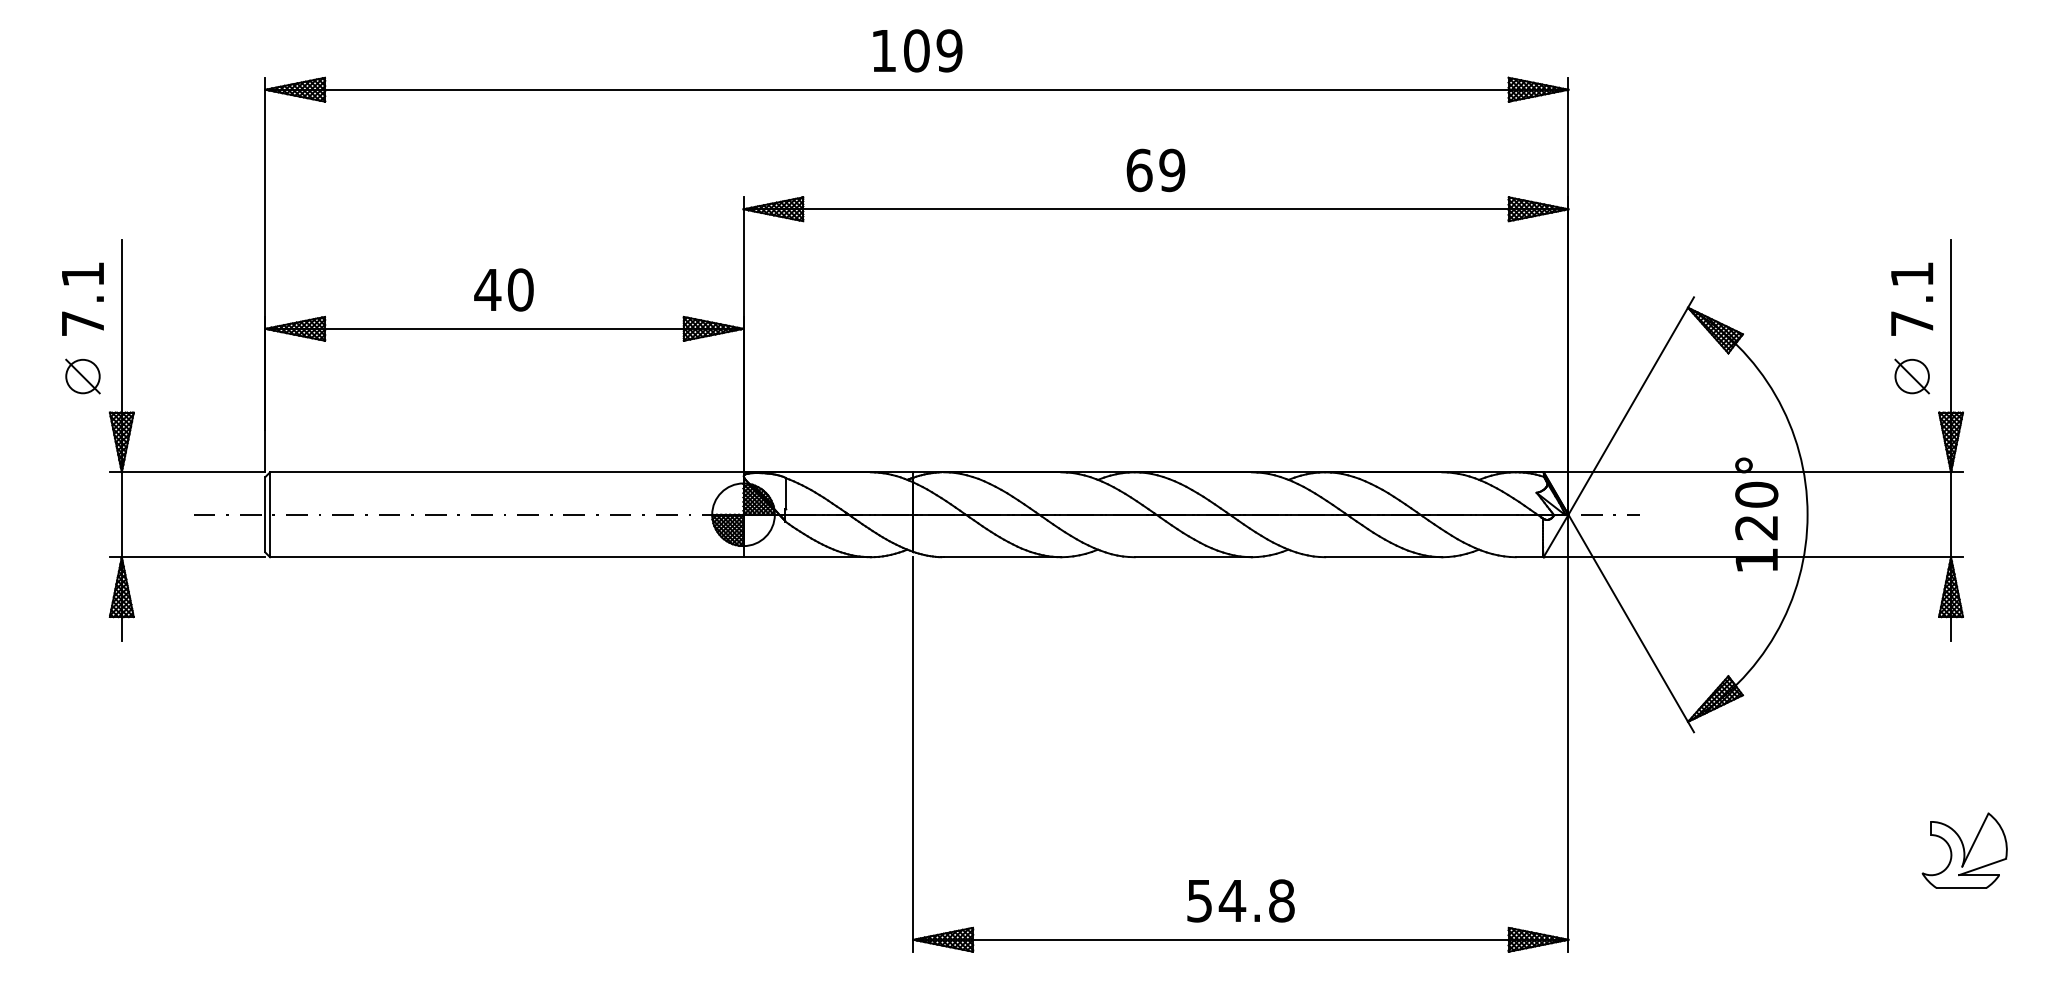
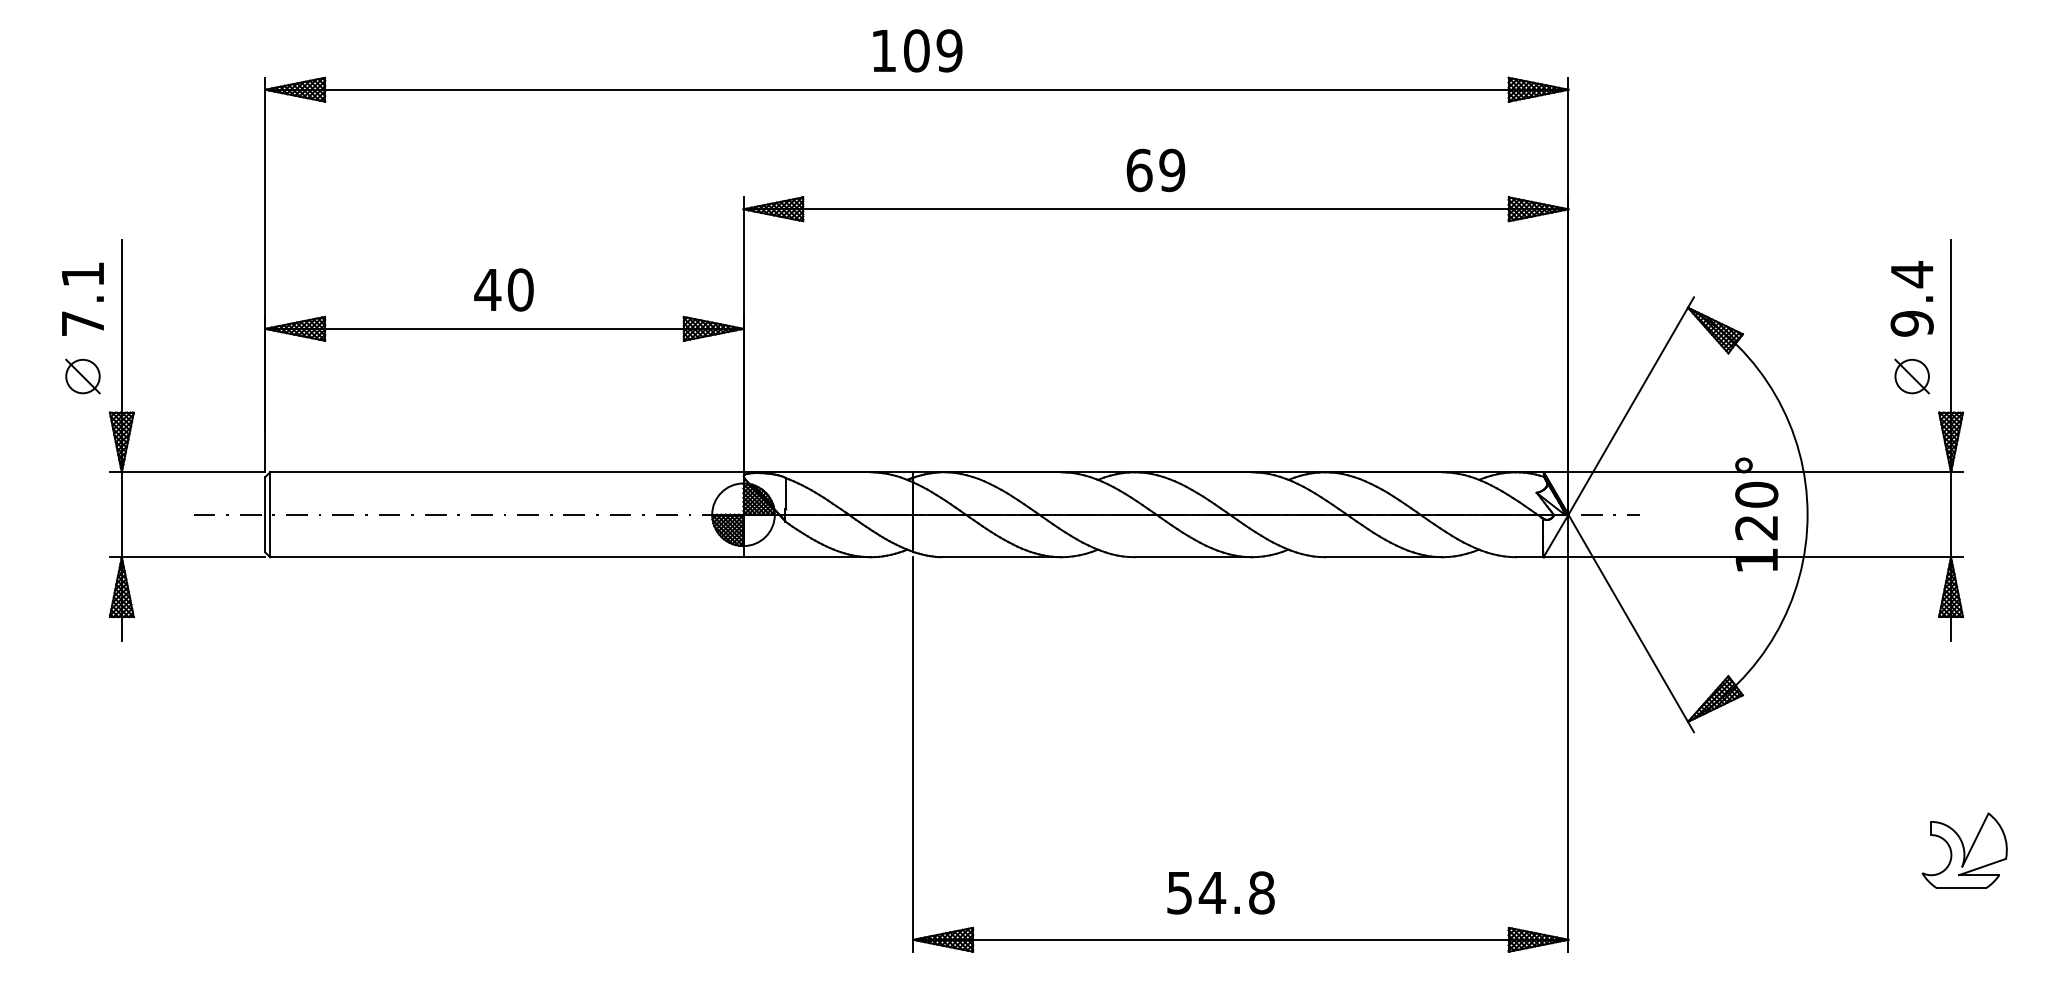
text at (1911, 298): 7.1 -> 9.4
text at (1240, 900) position: (1240, 900) -> (1220, 892)
